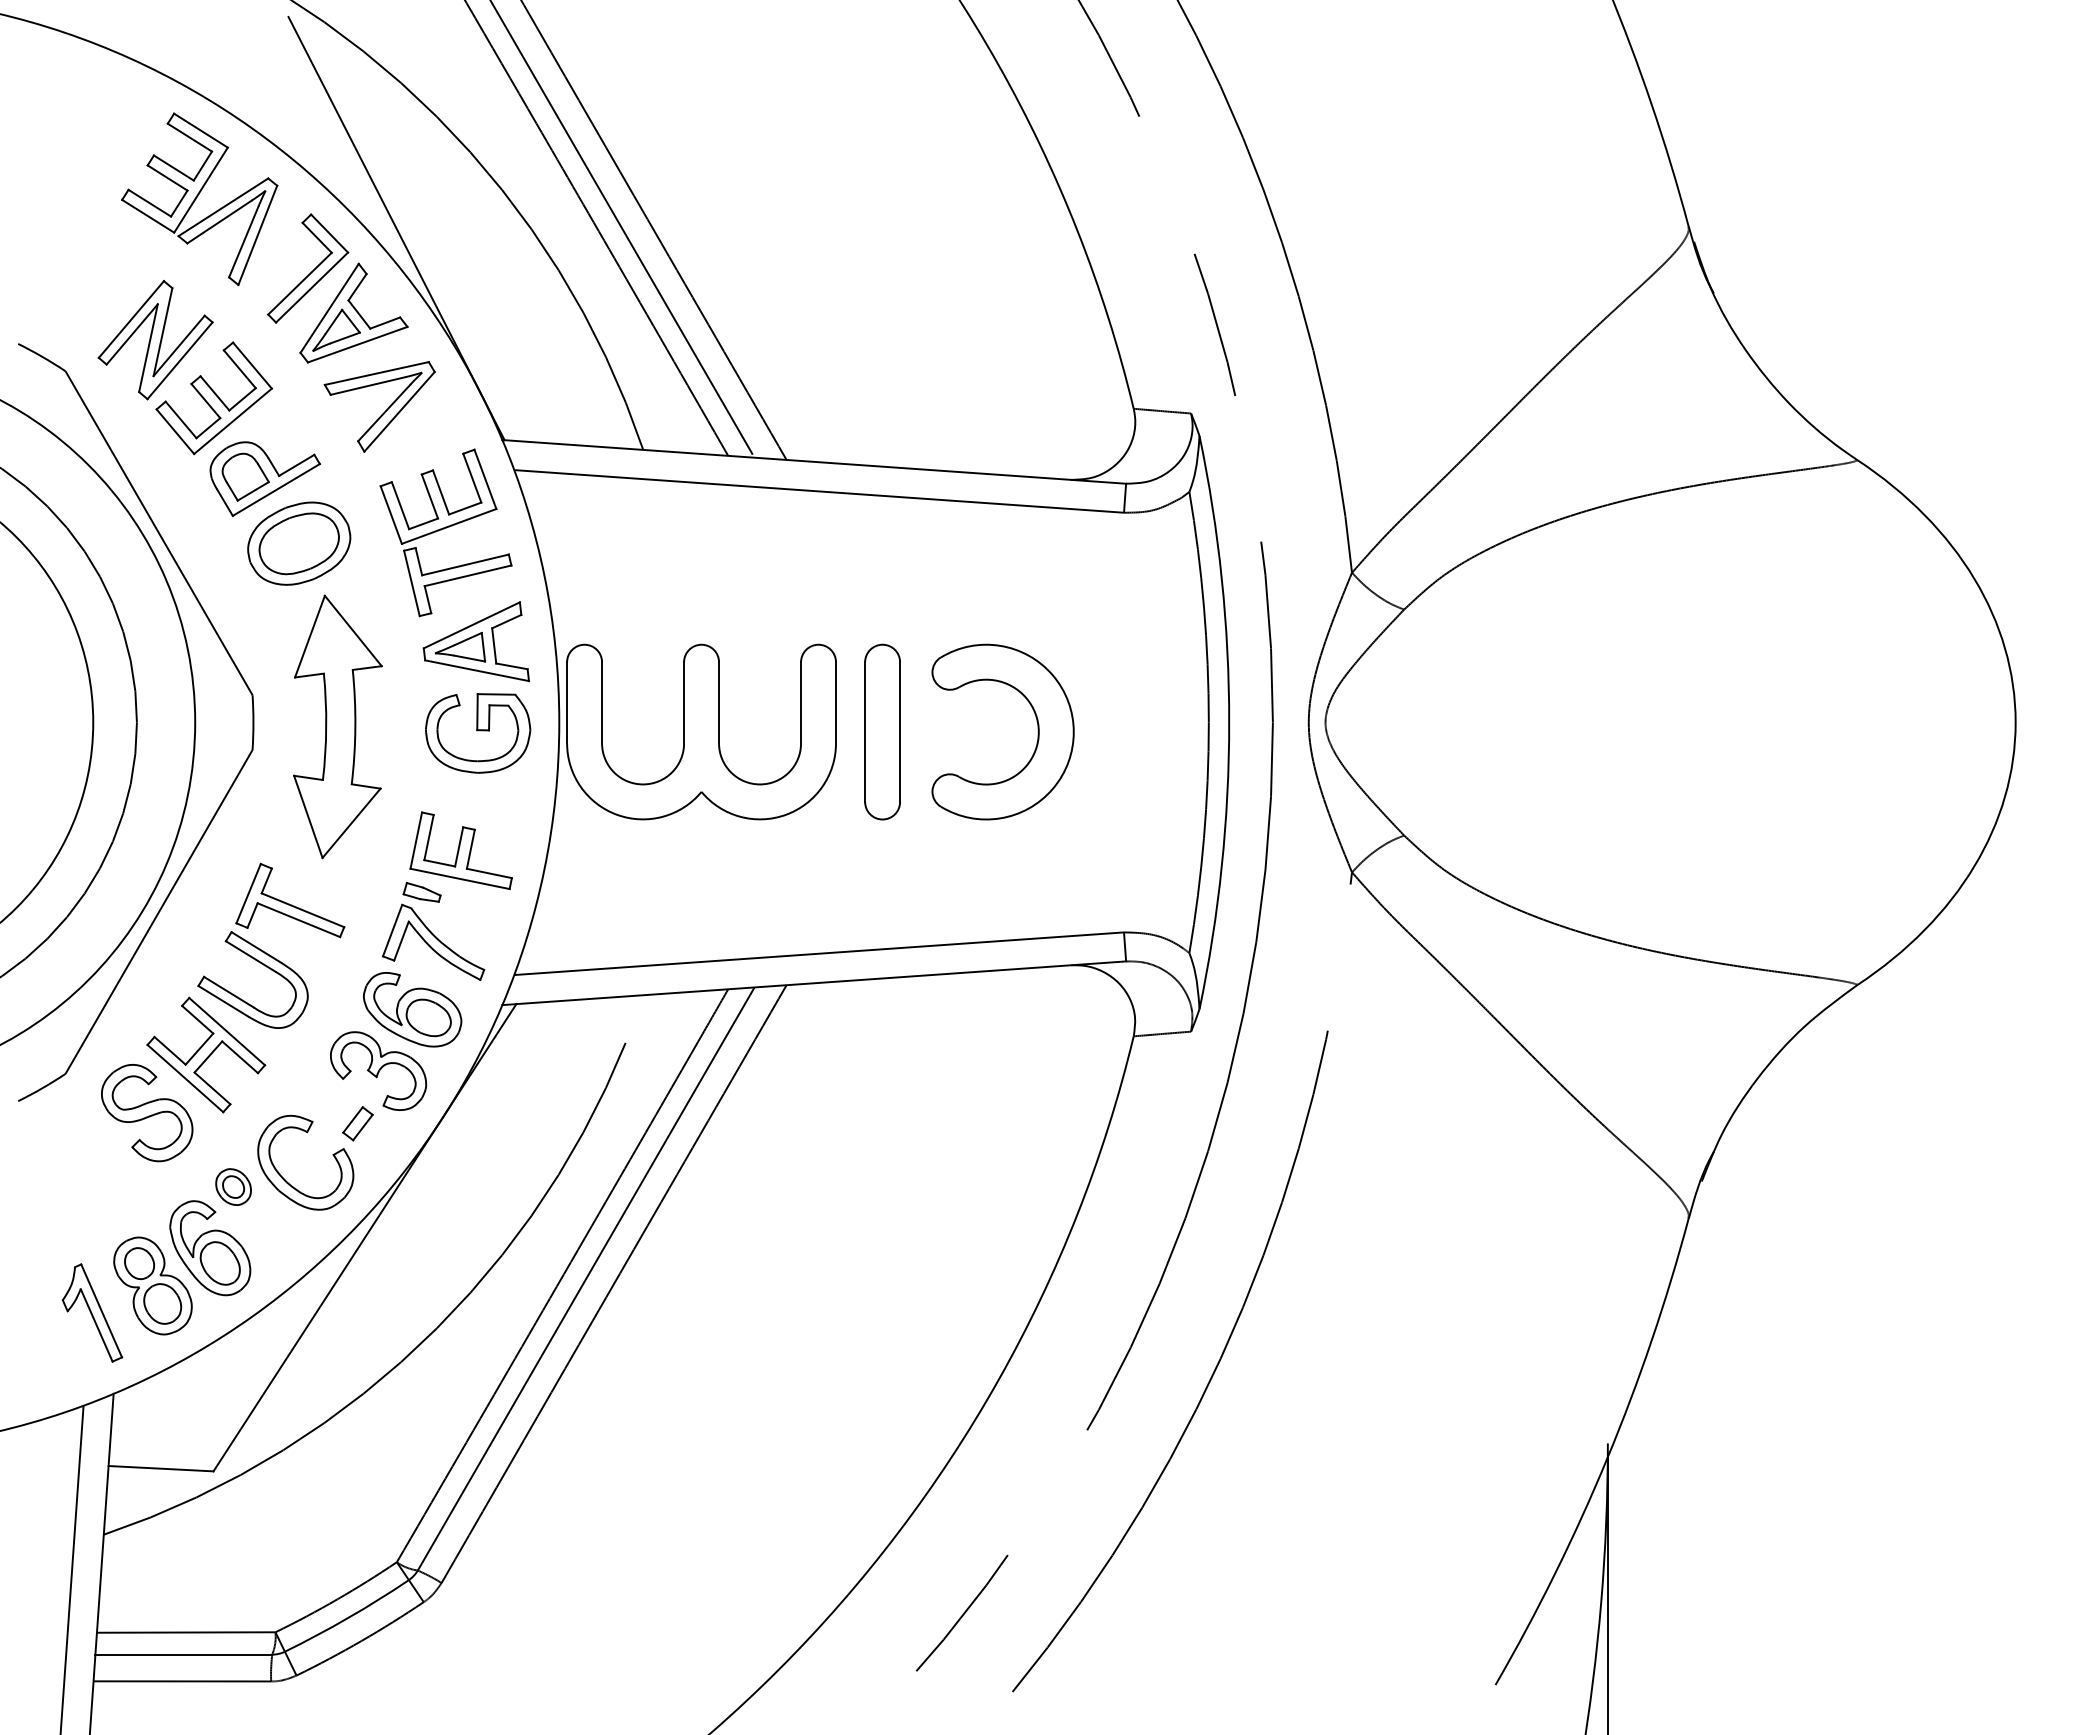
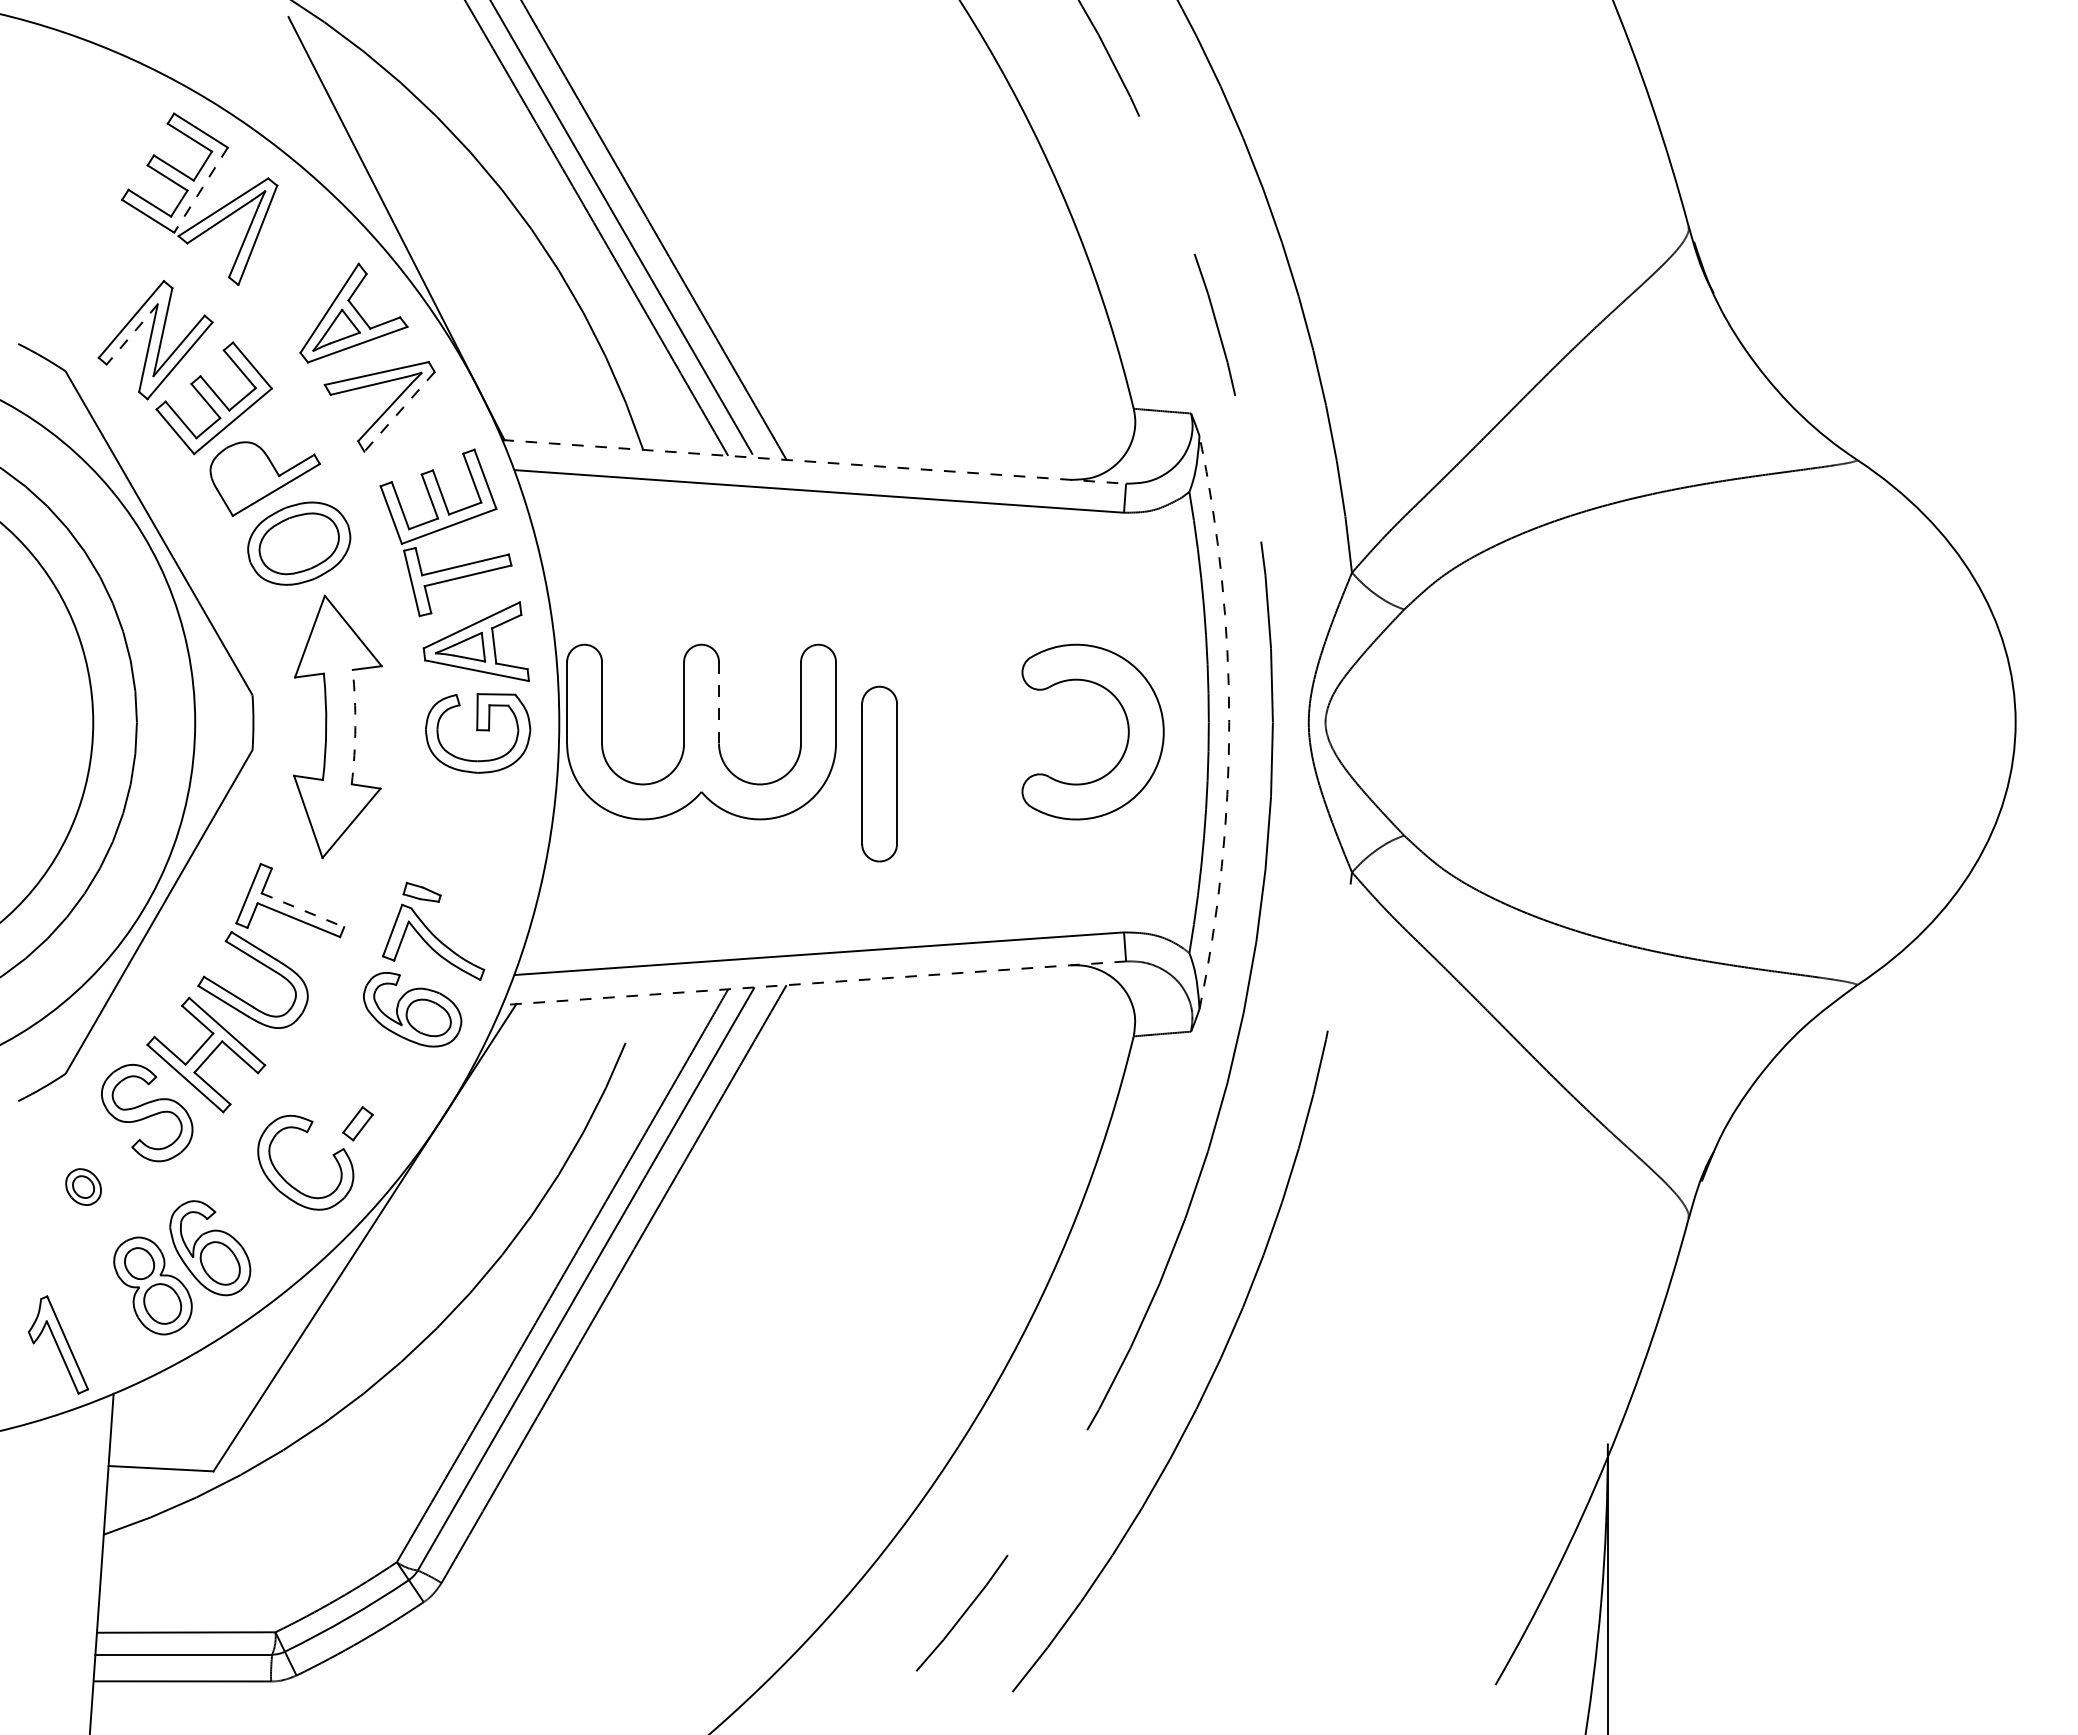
line at (200, 190): solid -> dashed
part at (308, 268): present -> none
line at (132, 334): solid -> dashed
line at (399, 412): solid -> dashed
line at (814, 461): solid -> dashed
part at (245, 476): present -> none
line at (719, 702): solid -> dashed
arc at (1229, 722): solid -> dashed
arc at (355, 727): solid -> dashed
part at (882, 731) position: (882, 731) -> (879, 773)
part at (1037, 731) position: (1037, 731) -> (1127, 731)
part at (460, 850): present -> none
line at (302, 910): solid -> dashed
line at (814, 983): solid -> dashed
part at (378, 1070): present -> none
part at (233, 1186) position: (233, 1186) -> (83, 1186)
part at (92, 1312) position: (92, 1312) -> (58, 1344)
line at (71, 1568): present -> none
